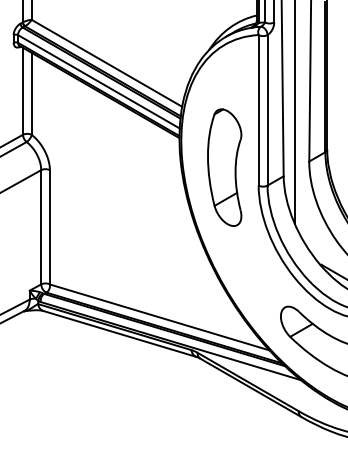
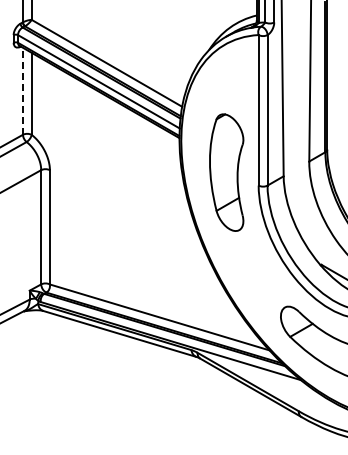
line at (22, 91): solid -> dashed
line at (294, 113): present -> none
part at (224, 167) position: (224, 167) -> (226, 172)
